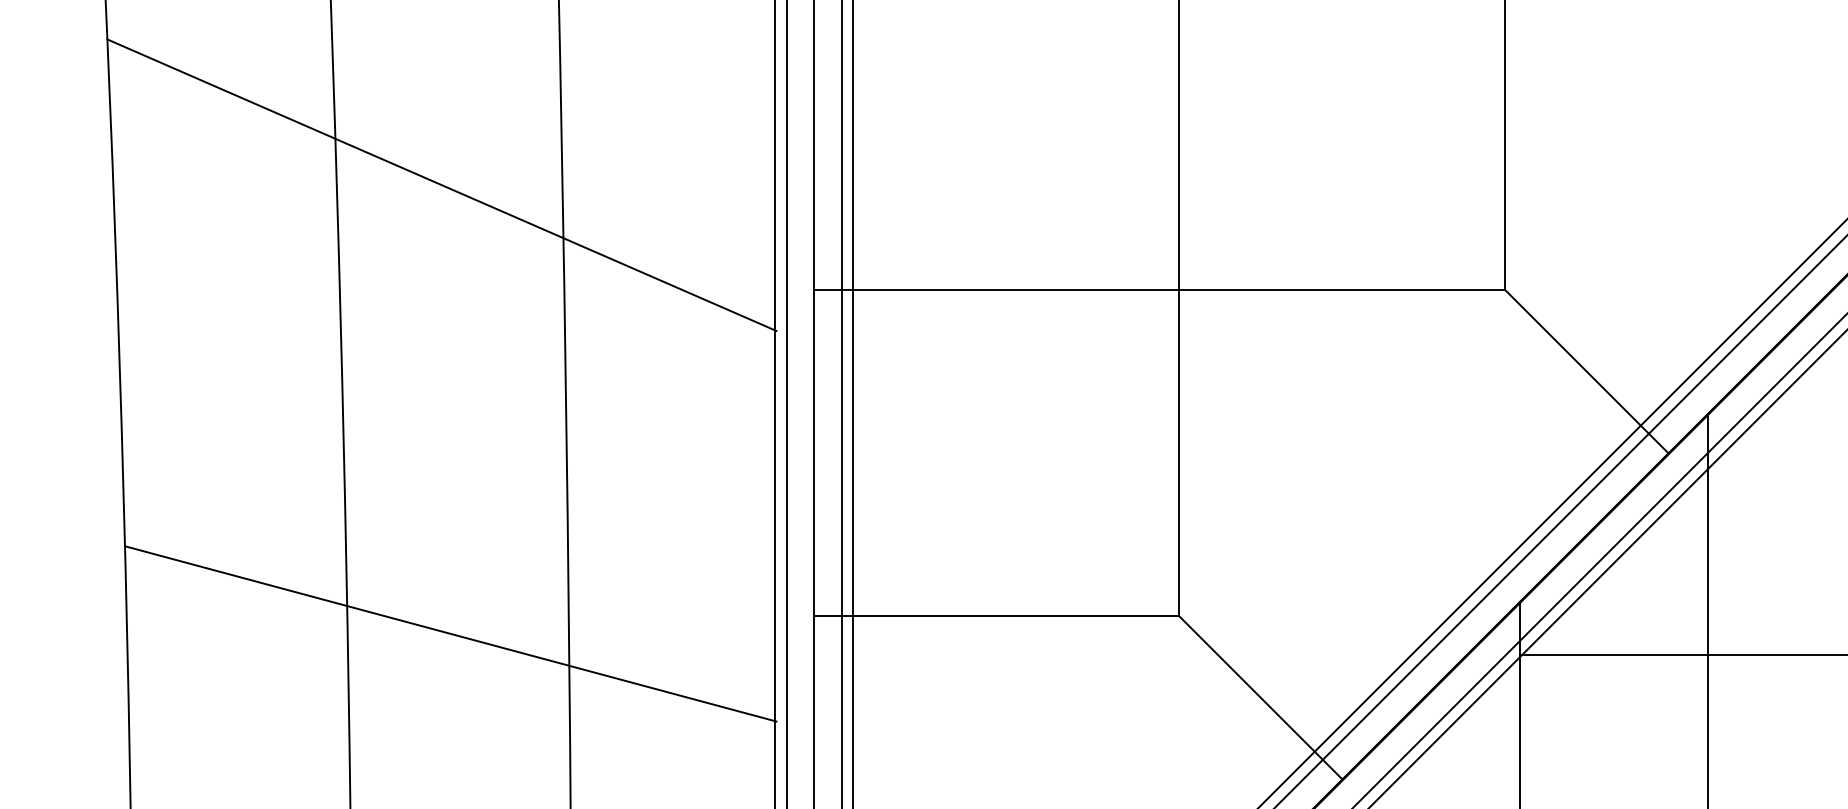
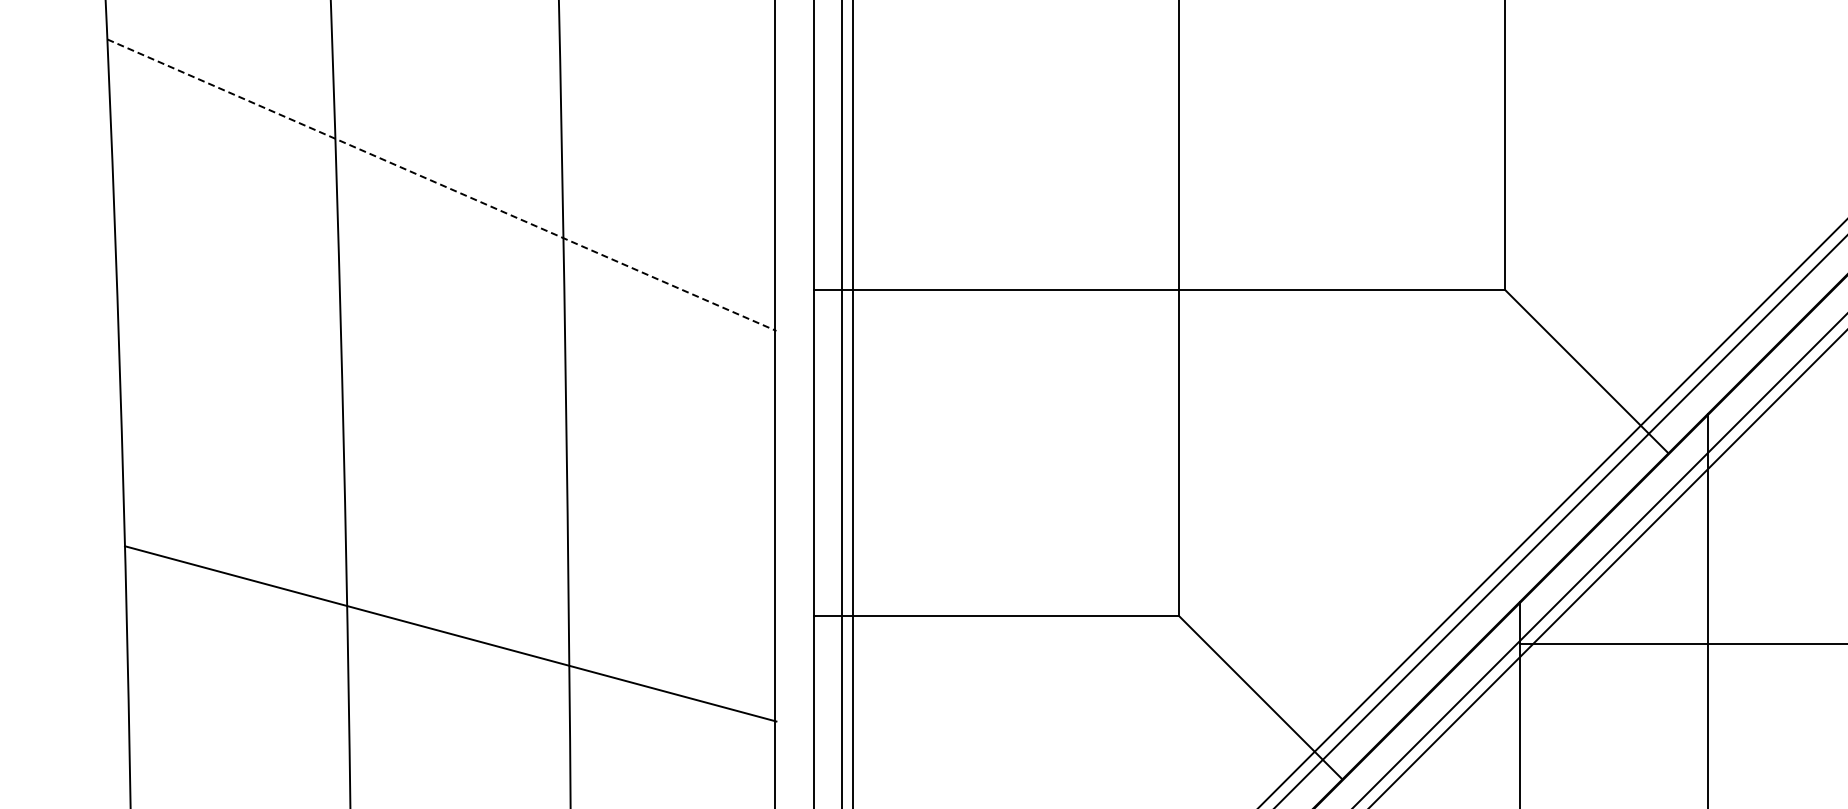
line at (441, 185): solid -> dashed
line at (786, 403): present -> none
line at (1681, 655) position: (1681, 655) -> (1681, 644)
